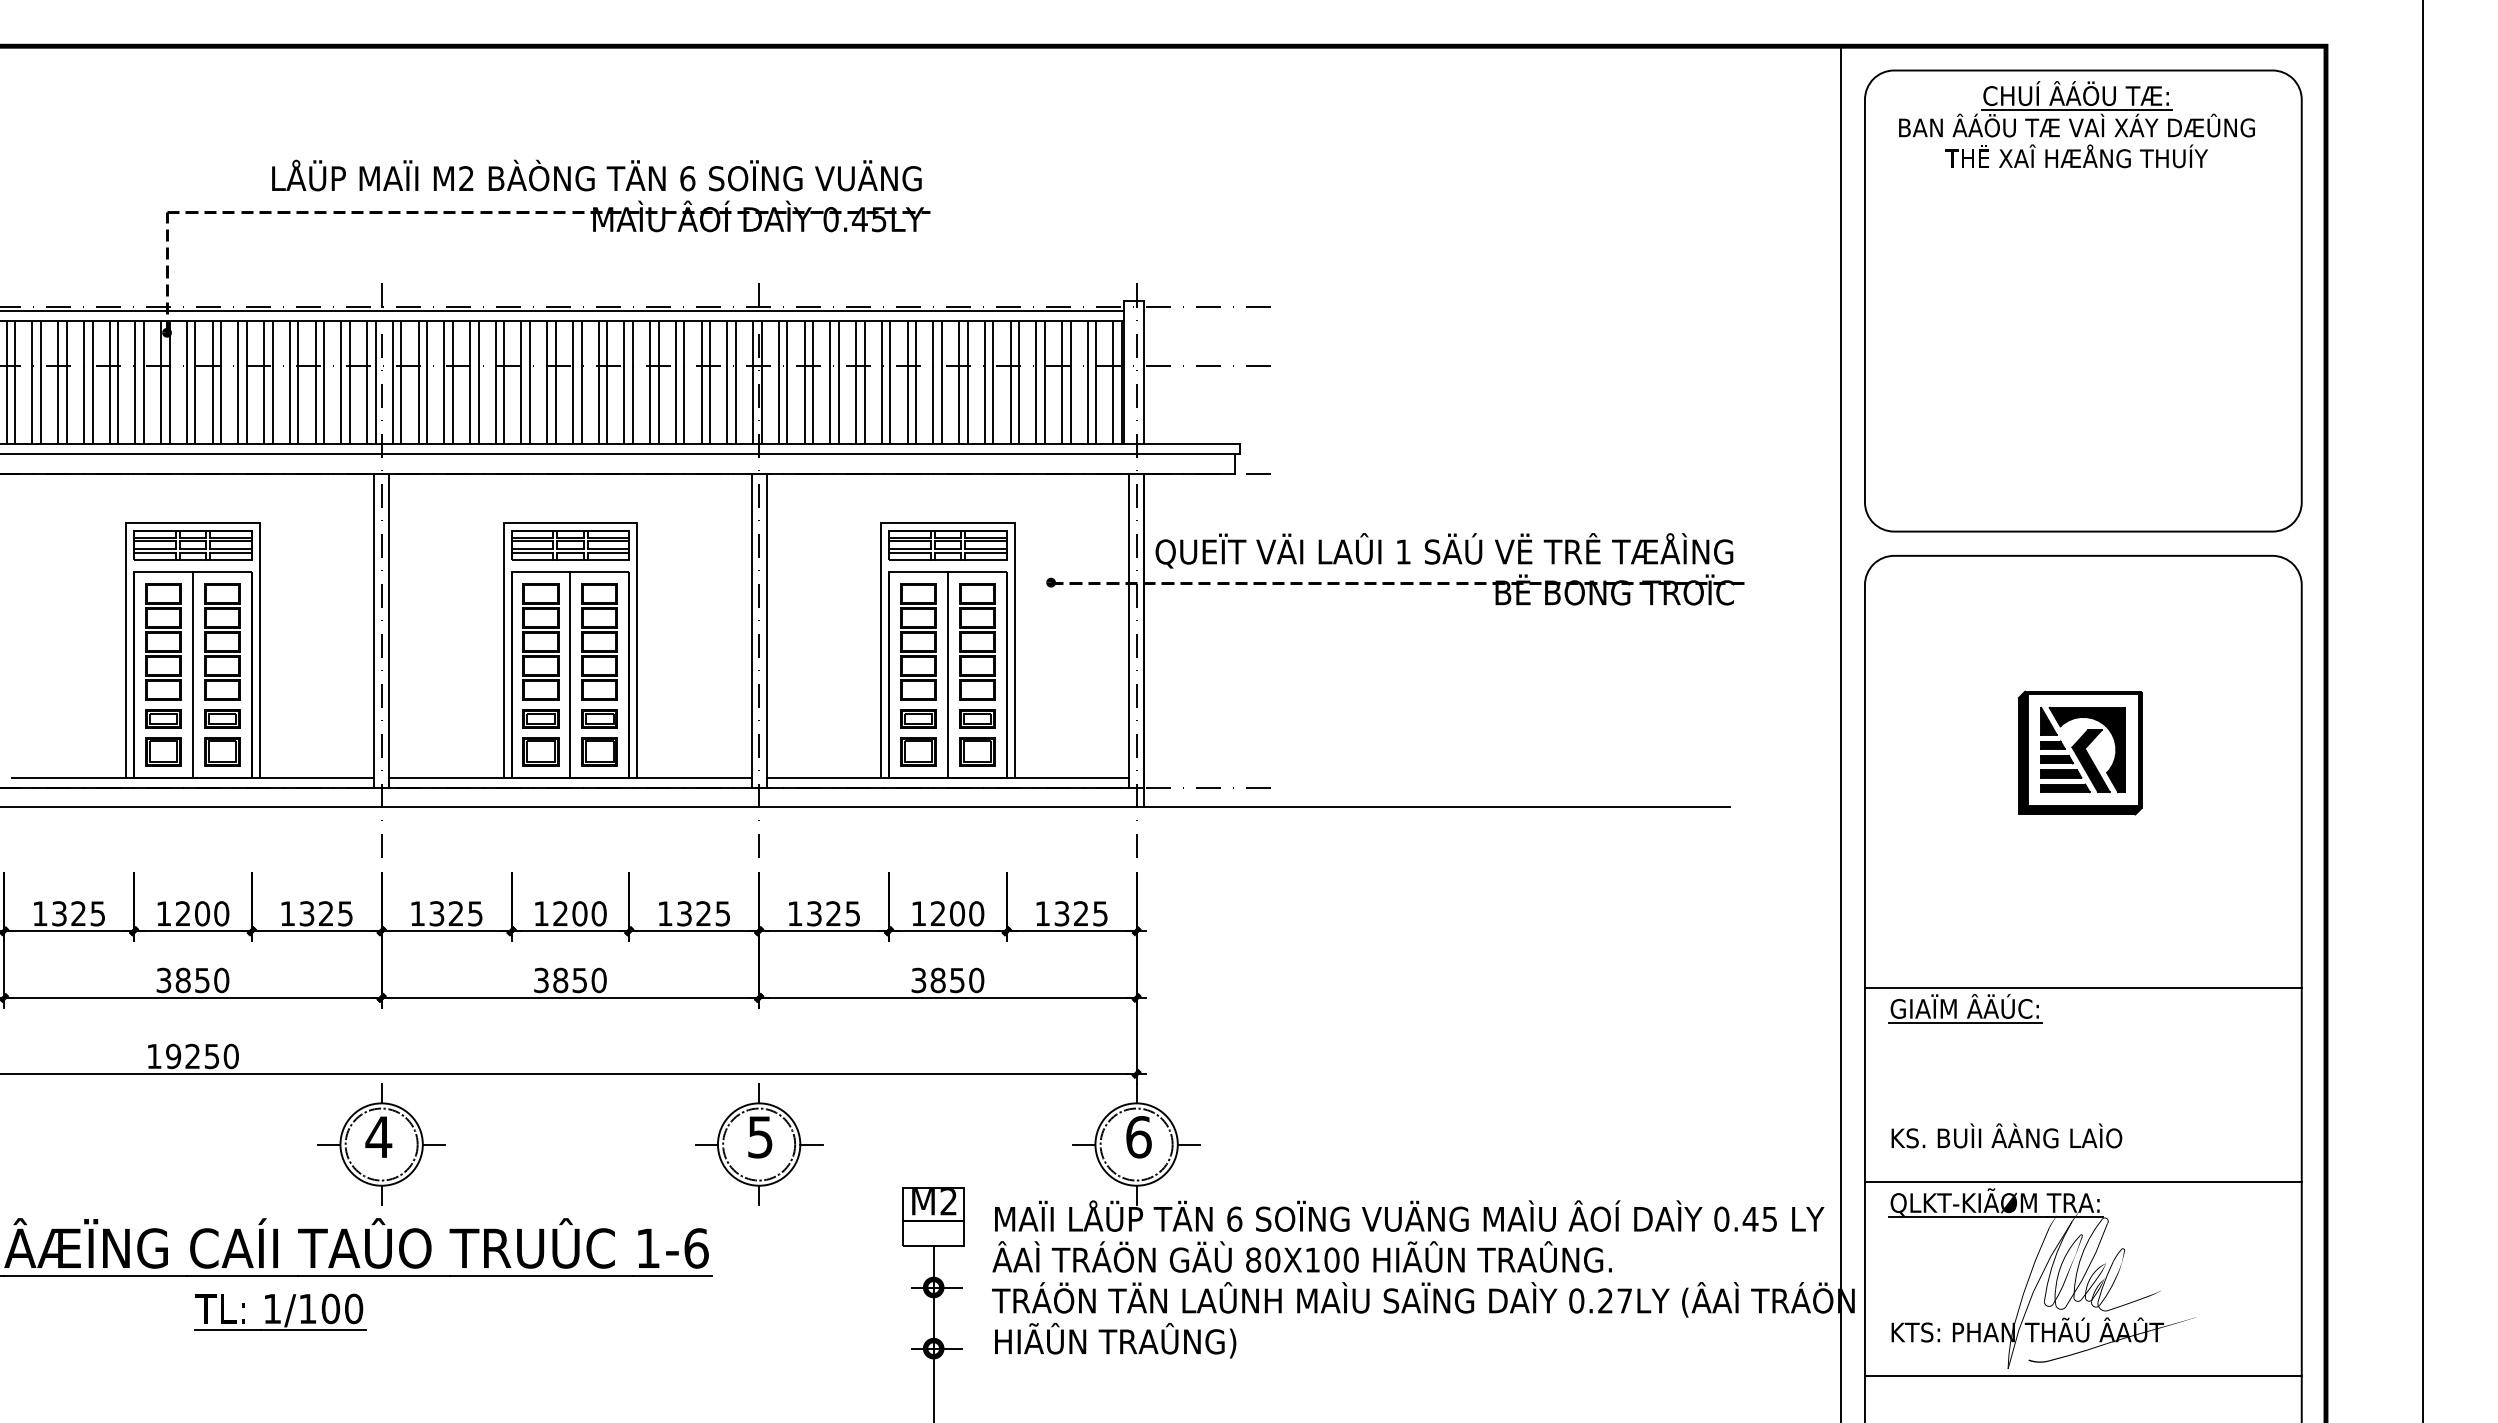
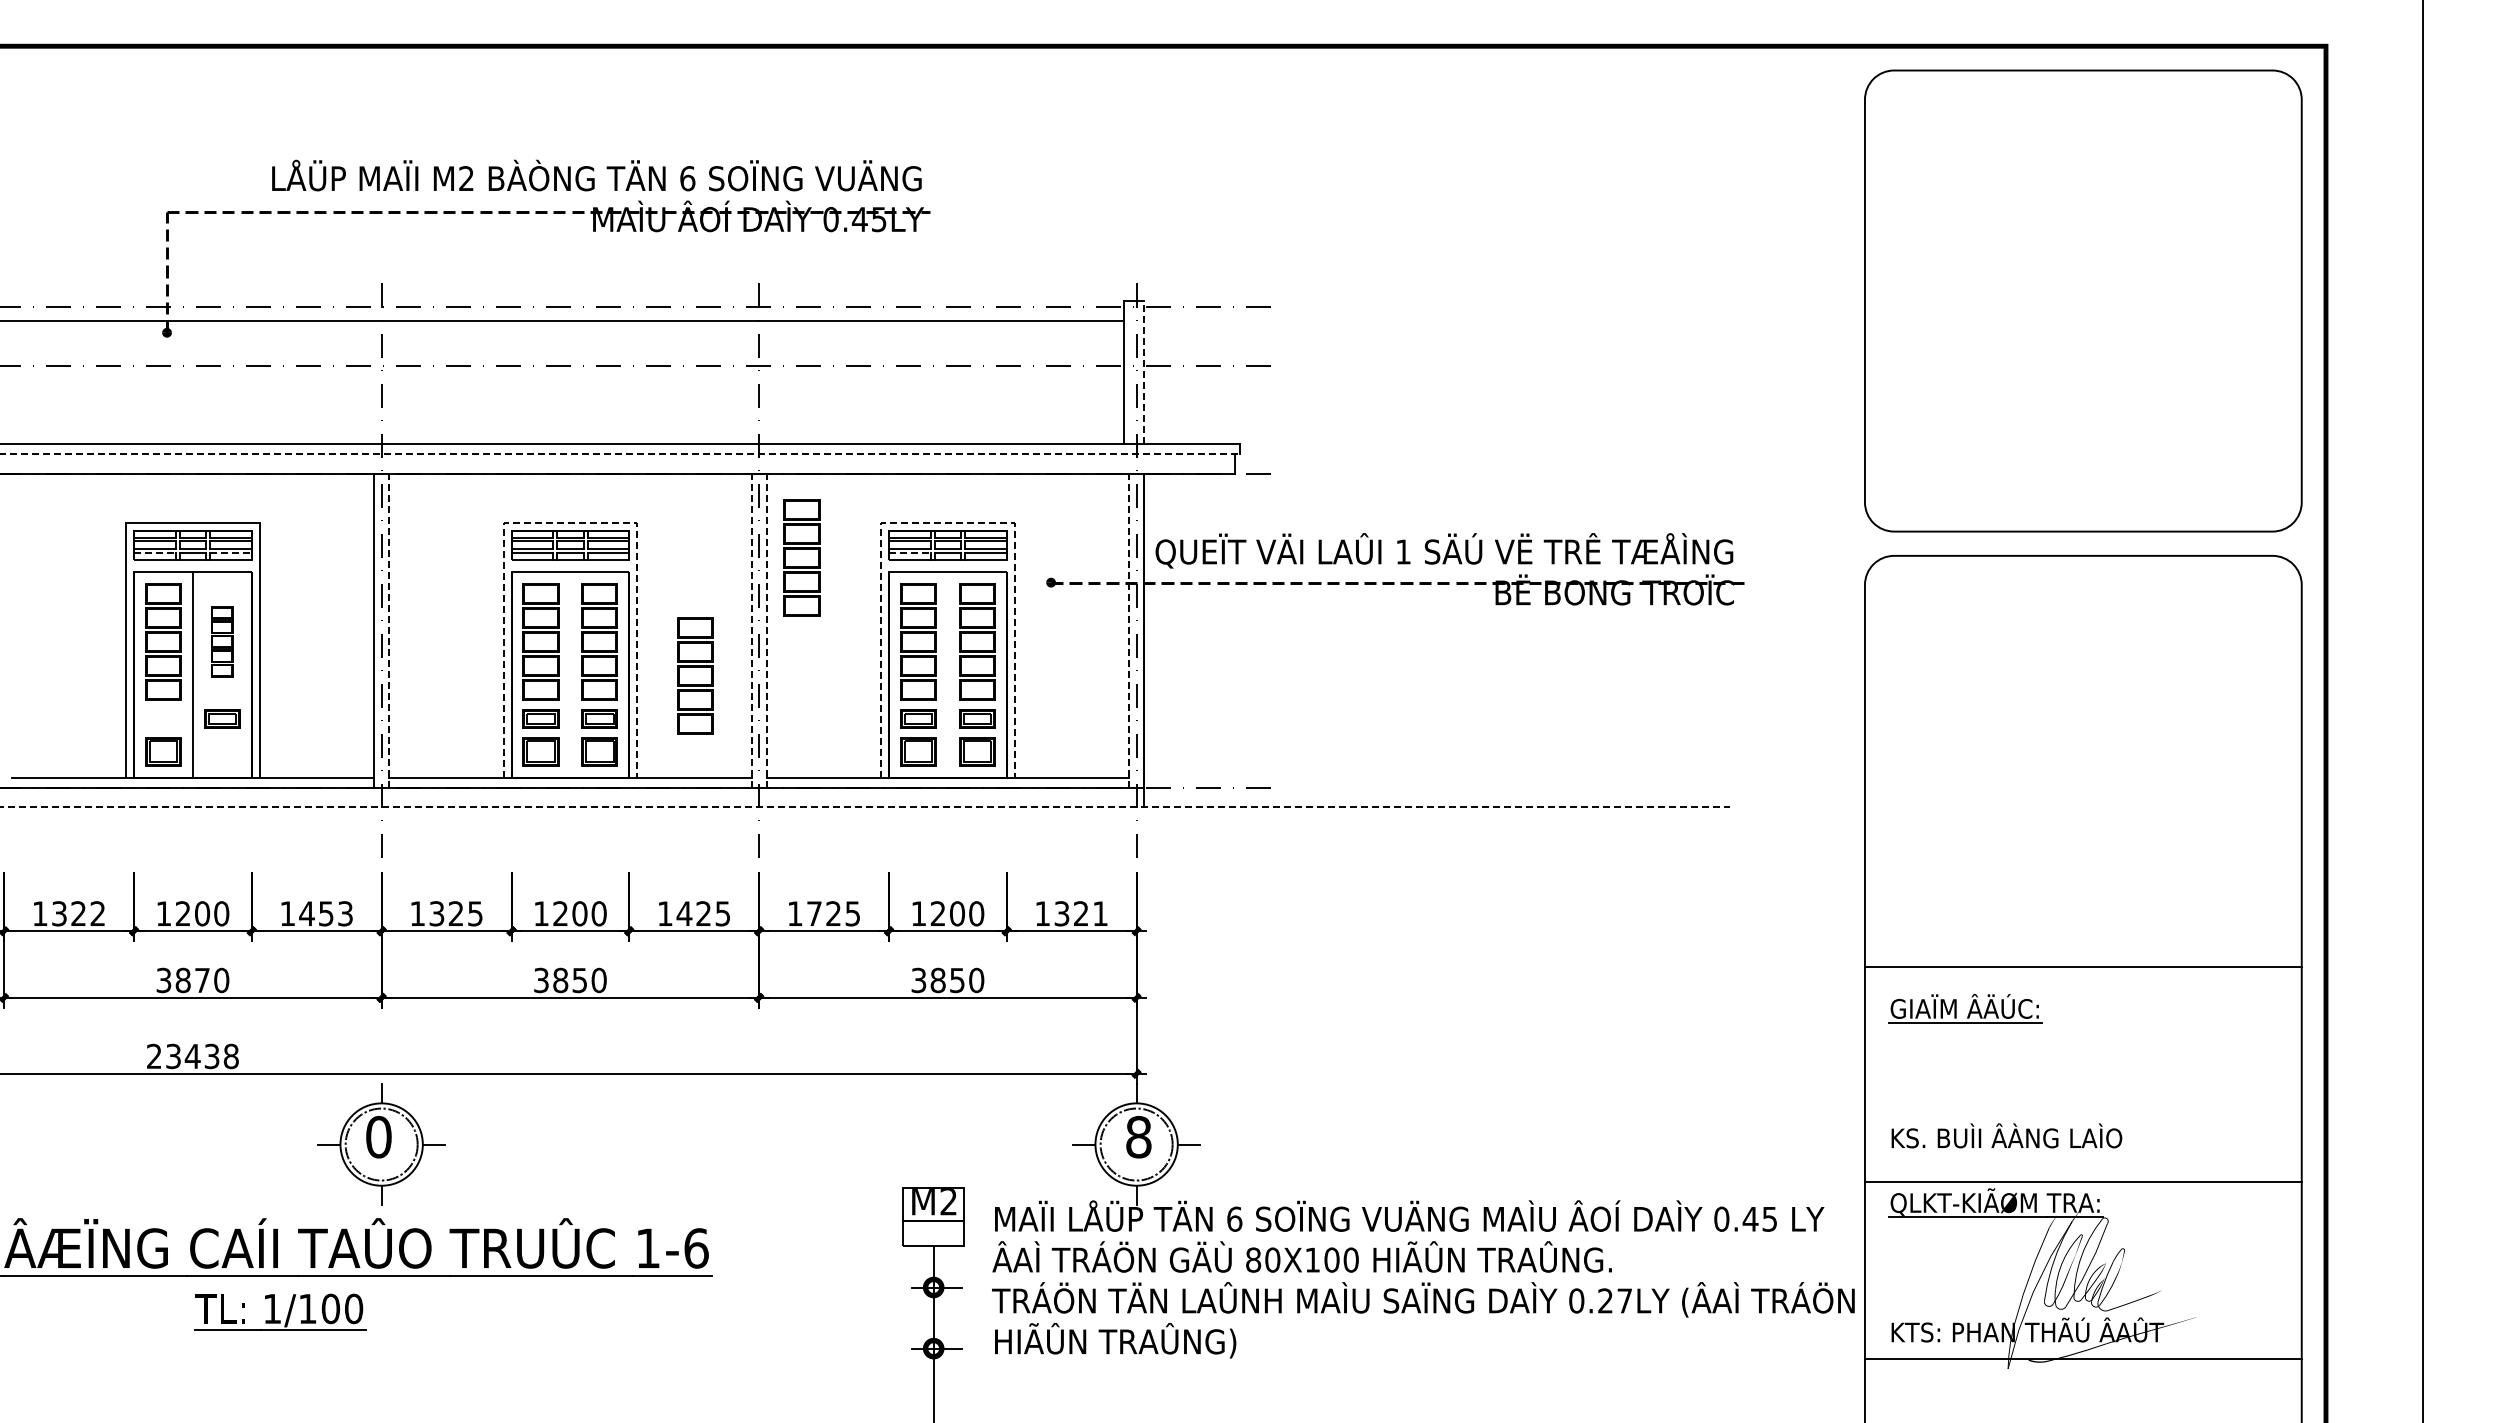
part at (2076, 124): present -> none
line at (563, 310): present -> none
line at (1143, 372): solid -> dashed
hatch at (564, 382): present -> none
line at (619, 454): solid -> dashed
line at (570, 522): solid -> dashed
line at (947, 522): solid -> dashed
line at (154, 553): solid -> dashed
line at (230, 553): solid -> dashed
line at (909, 553): solid -> dashed
part at (801, 557): none -> present
line at (389, 630): solid -> dashed
line at (751, 630): solid -> dashed
line at (766, 630): solid -> dashed
line at (1129, 630): solid -> dashed
part at (222, 641) size: 37x118 px -> 23x72 px
line at (570, 674): present -> none
line at (947, 674): present -> none
part at (695, 675): none -> present
part at (163, 718): present -> none
line at (1840, 732): present -> none
part at (222, 751): present -> none
part at (2080, 752): present -> none
line at (865, 807): solid -> dashed
text at (97, 913): 1325 -> 1322
text at (325, 913): 1325 -> 1453
text at (684, 913): 1325 -> 1425
text at (814, 913): 1325 -> 1725
text at (1100, 913): 1325 -> 1321
text at (202, 980): 3850 -> 3870
line at (2082, 987) position: (2082, 987) -> (2082, 966)
text at (192, 1055): 19250 -> 23438
text at (1138, 1136): 6 -> 8
text at (378, 1137): 4 -> 0
part at (759, 1144): present -> none
line at (2082, 1376) position: (2082, 1376) -> (2082, 1359)
